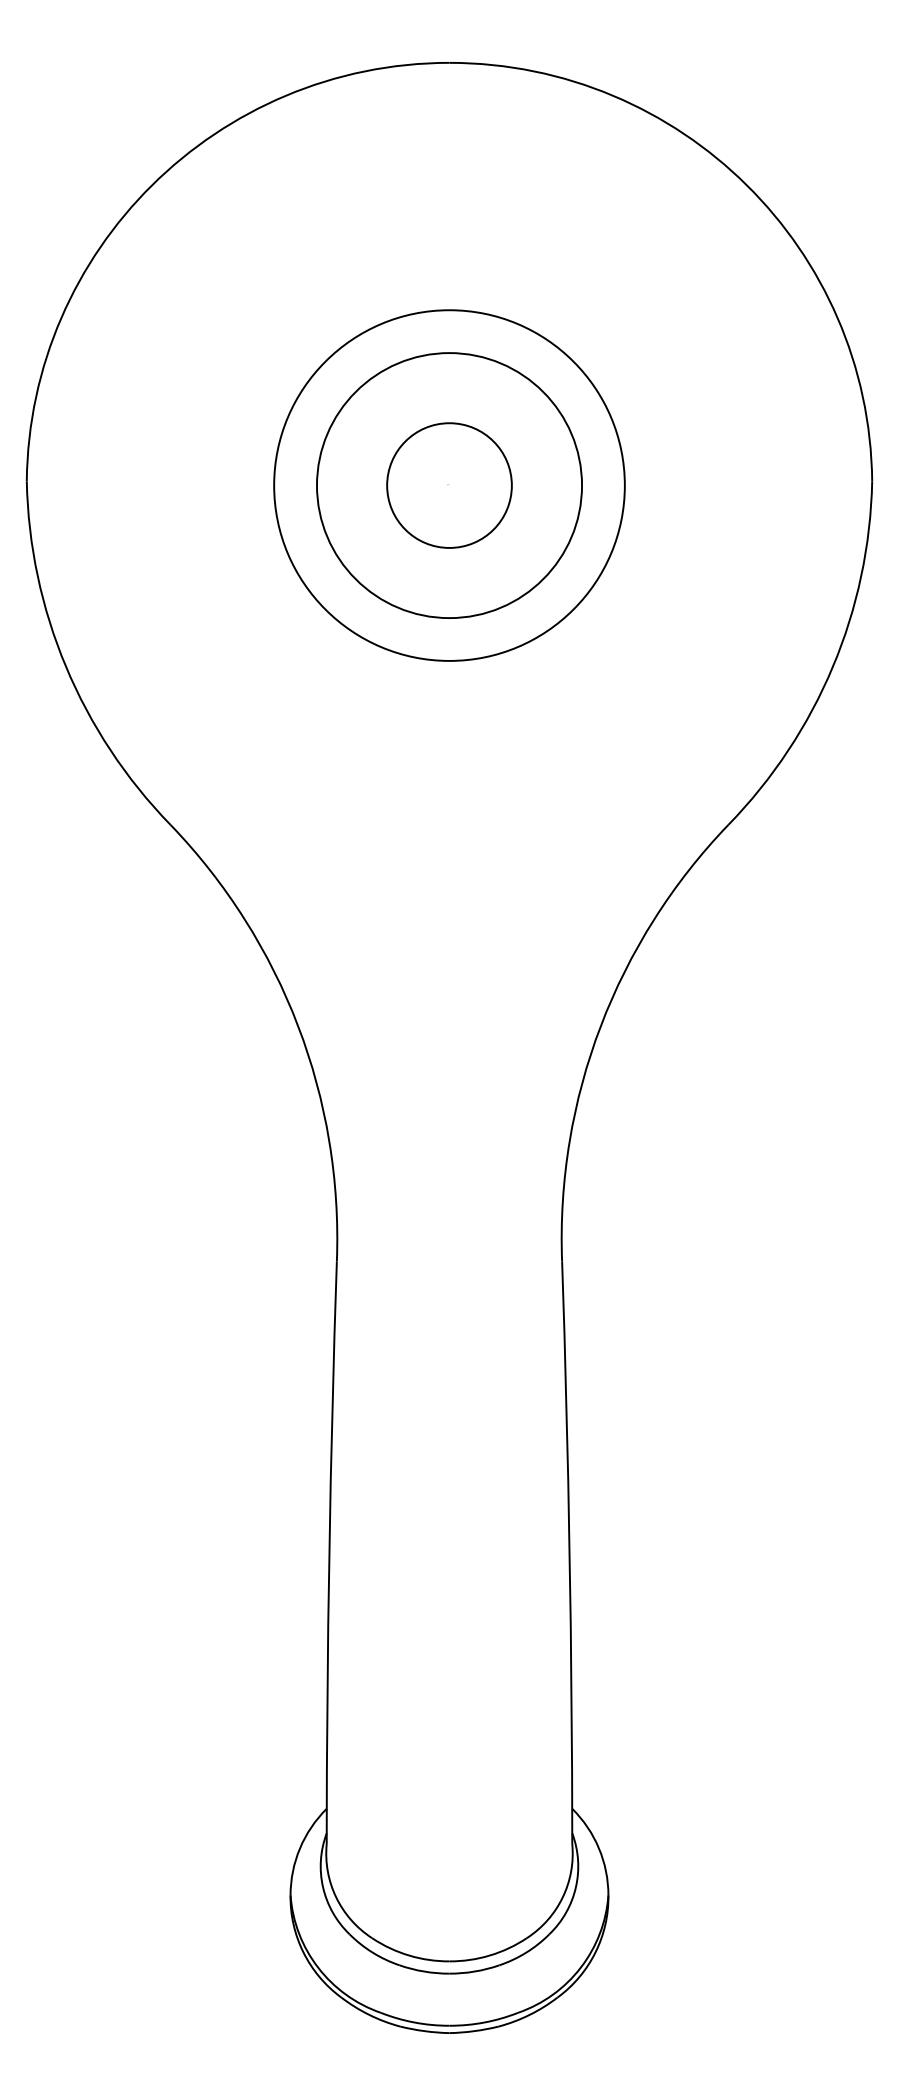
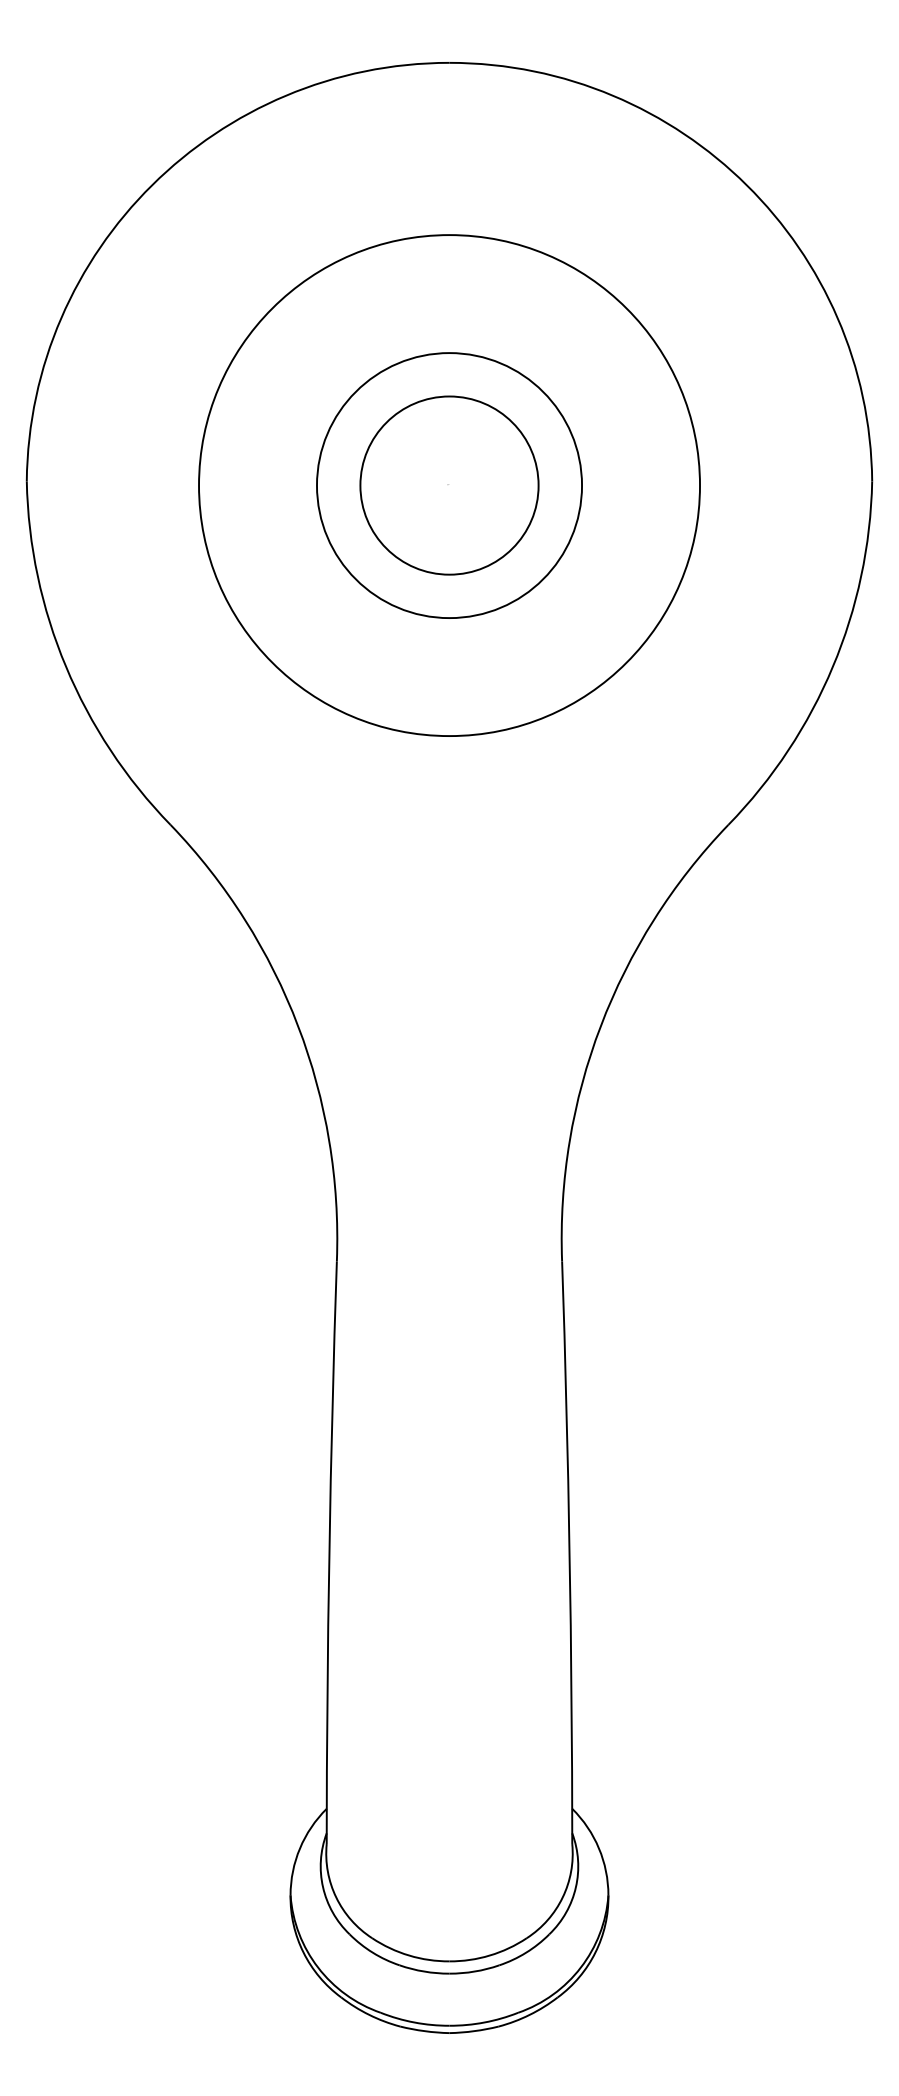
circle at (449, 485) diameter: 125 px -> 178 px
circle at (449, 485) diameter: 351 px -> 501 px
